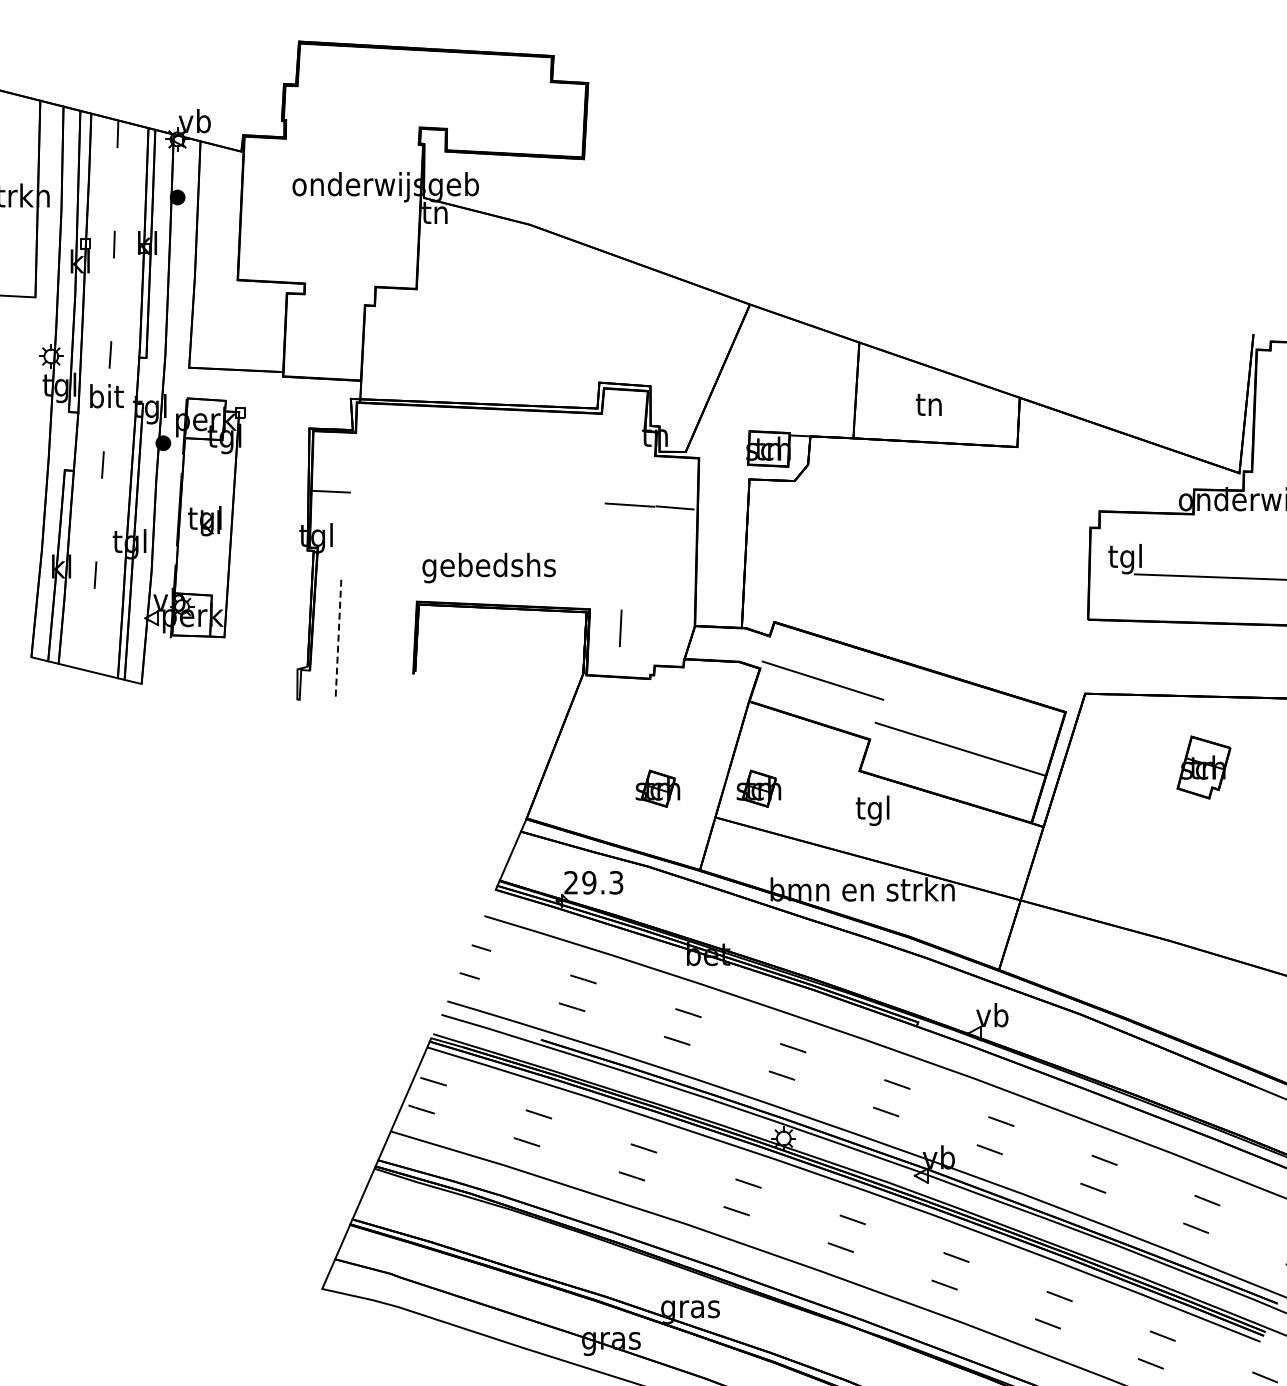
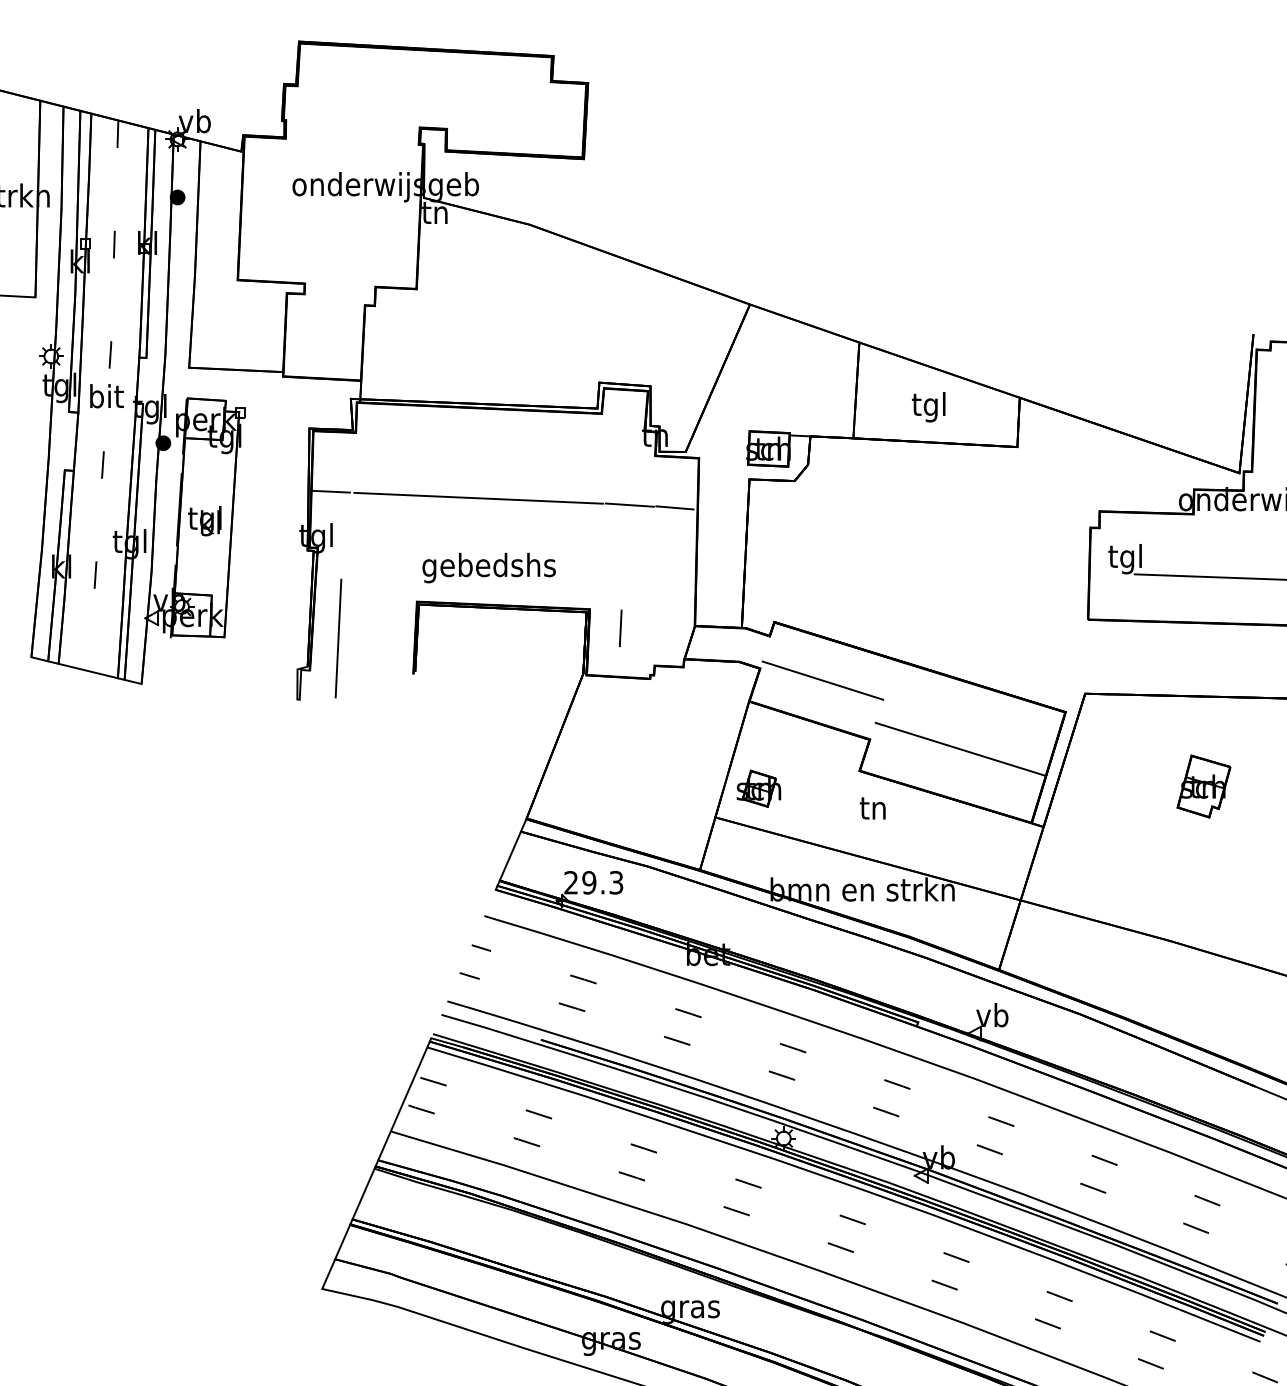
text at (928, 407): tn -> tgl
line at (478, 497): none -> present
line at (338, 638): dashed -> solid
part at (1203, 767) position: (1203, 767) -> (1203, 786)
part at (657, 788): present -> none
text at (872, 810): tgl -> tn
